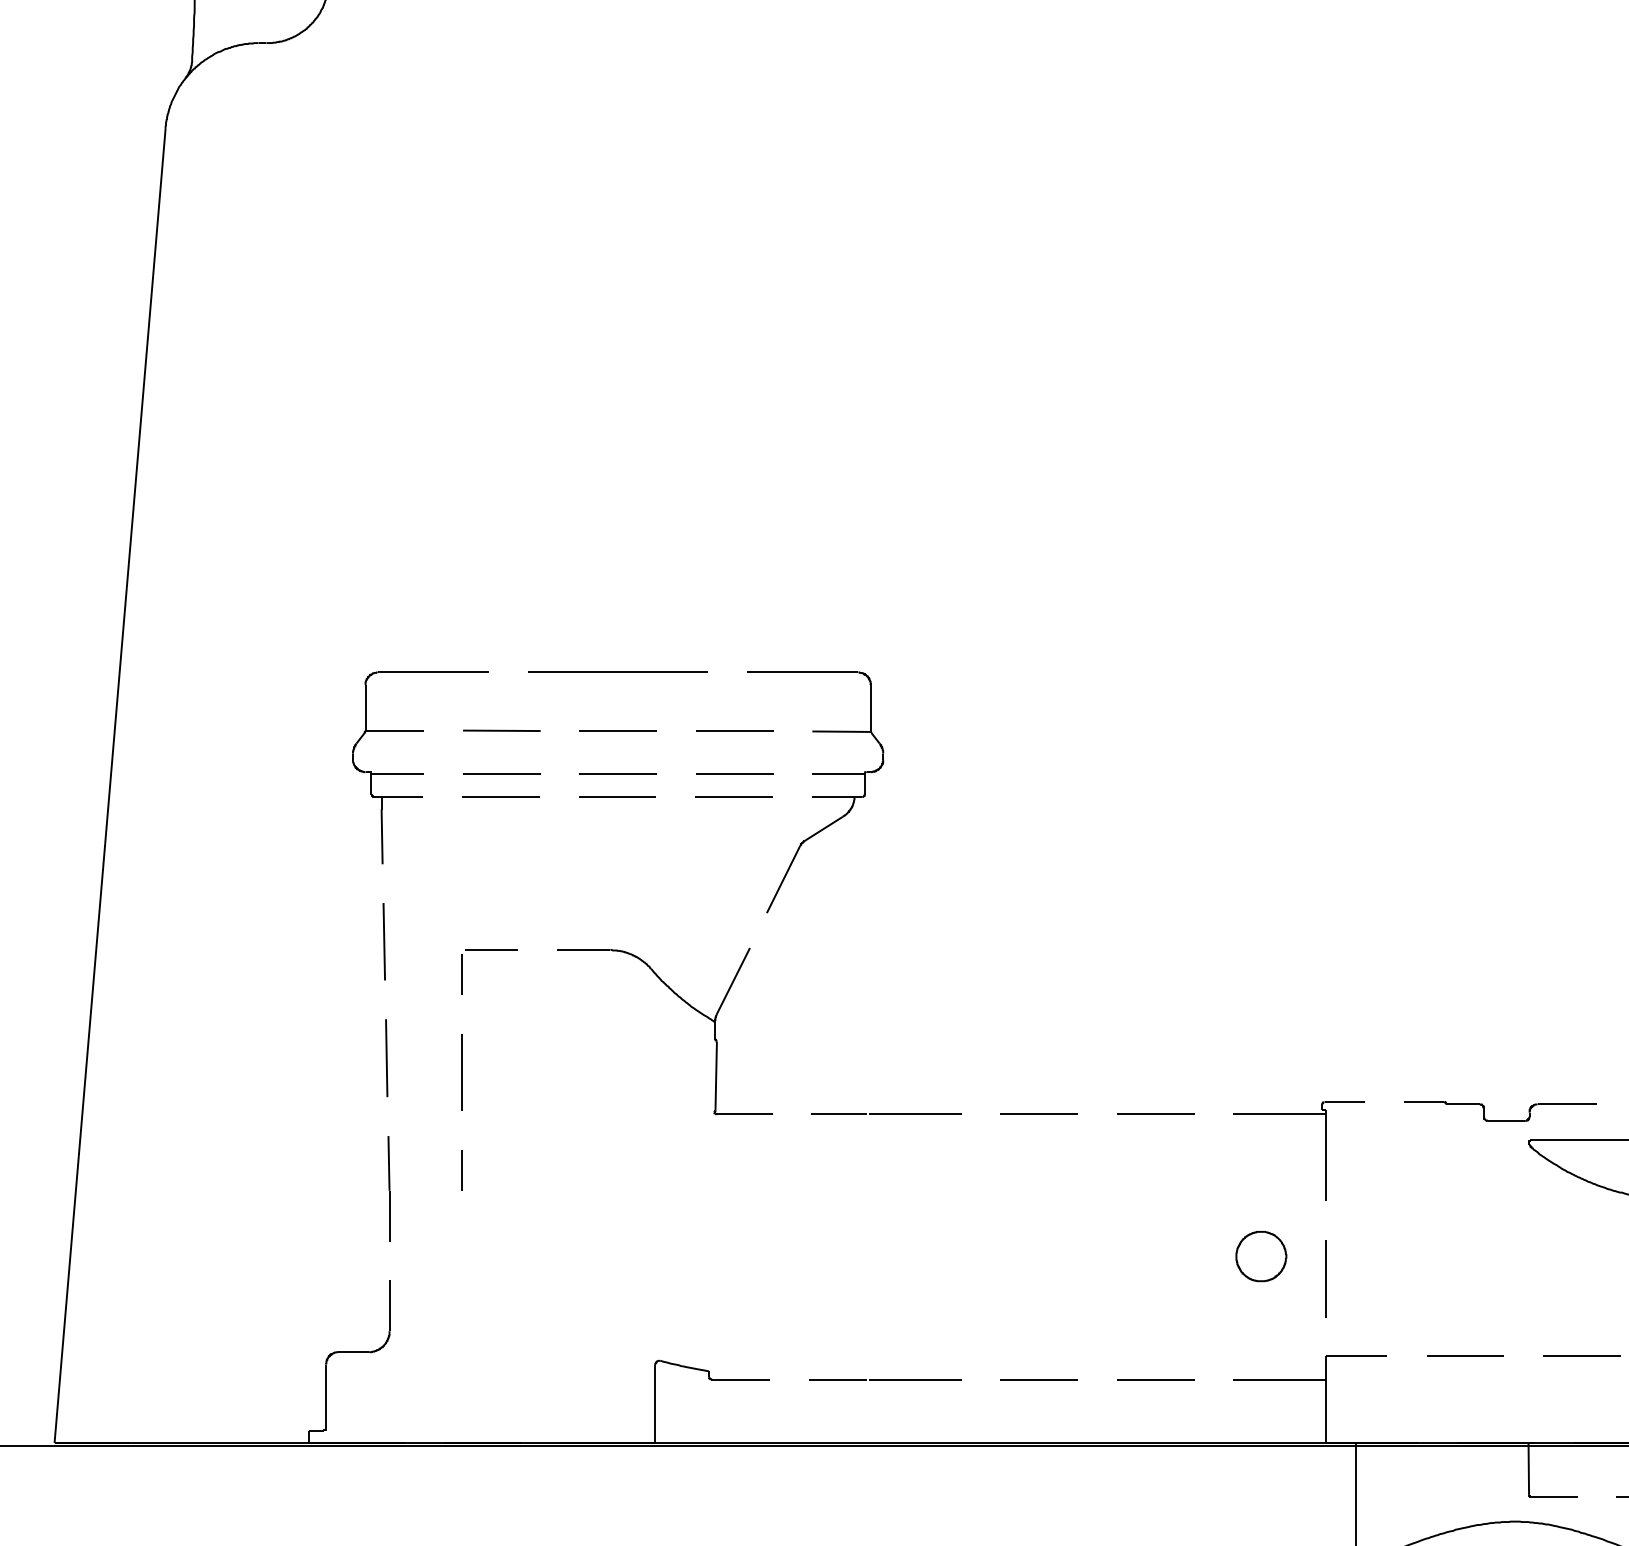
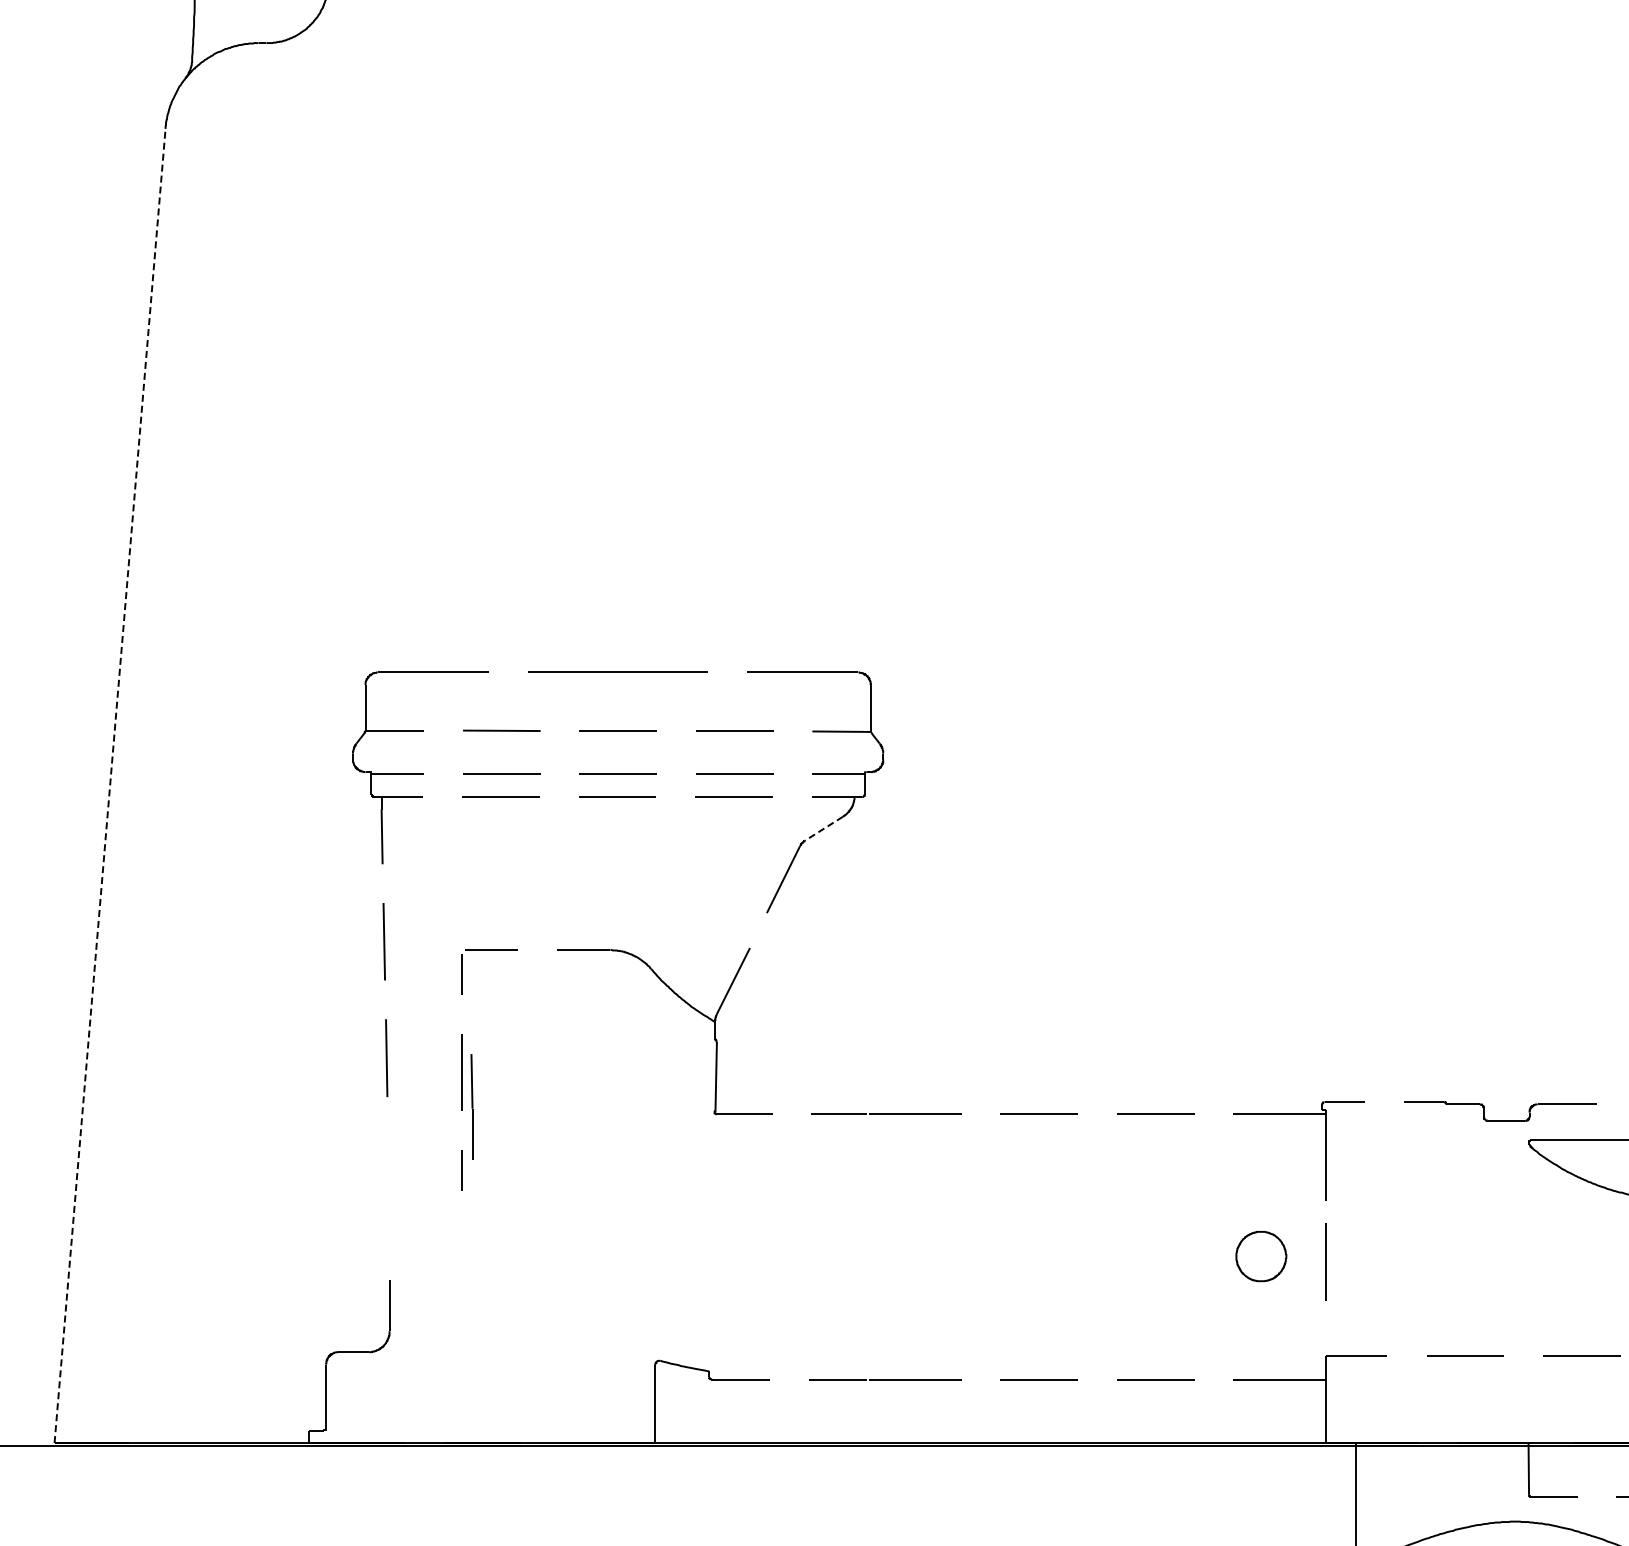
line at (110, 785): solid -> dashed
line at (823, 828): solid -> dashed
line at (388, 1188) position: (388, 1188) -> (471, 1106)
line at (1325, 1278) position: (1325, 1278) -> (1325, 1261)
